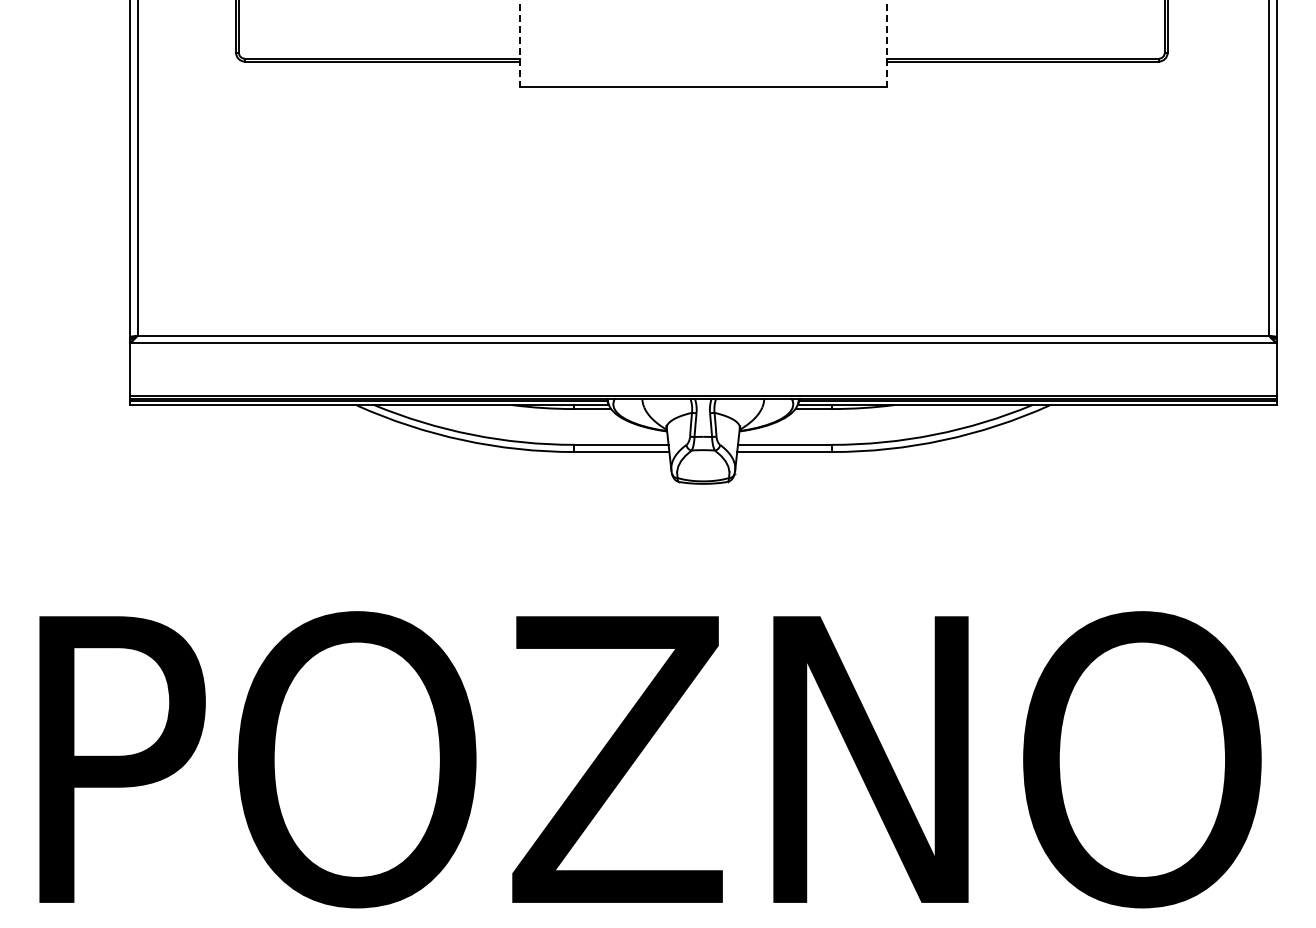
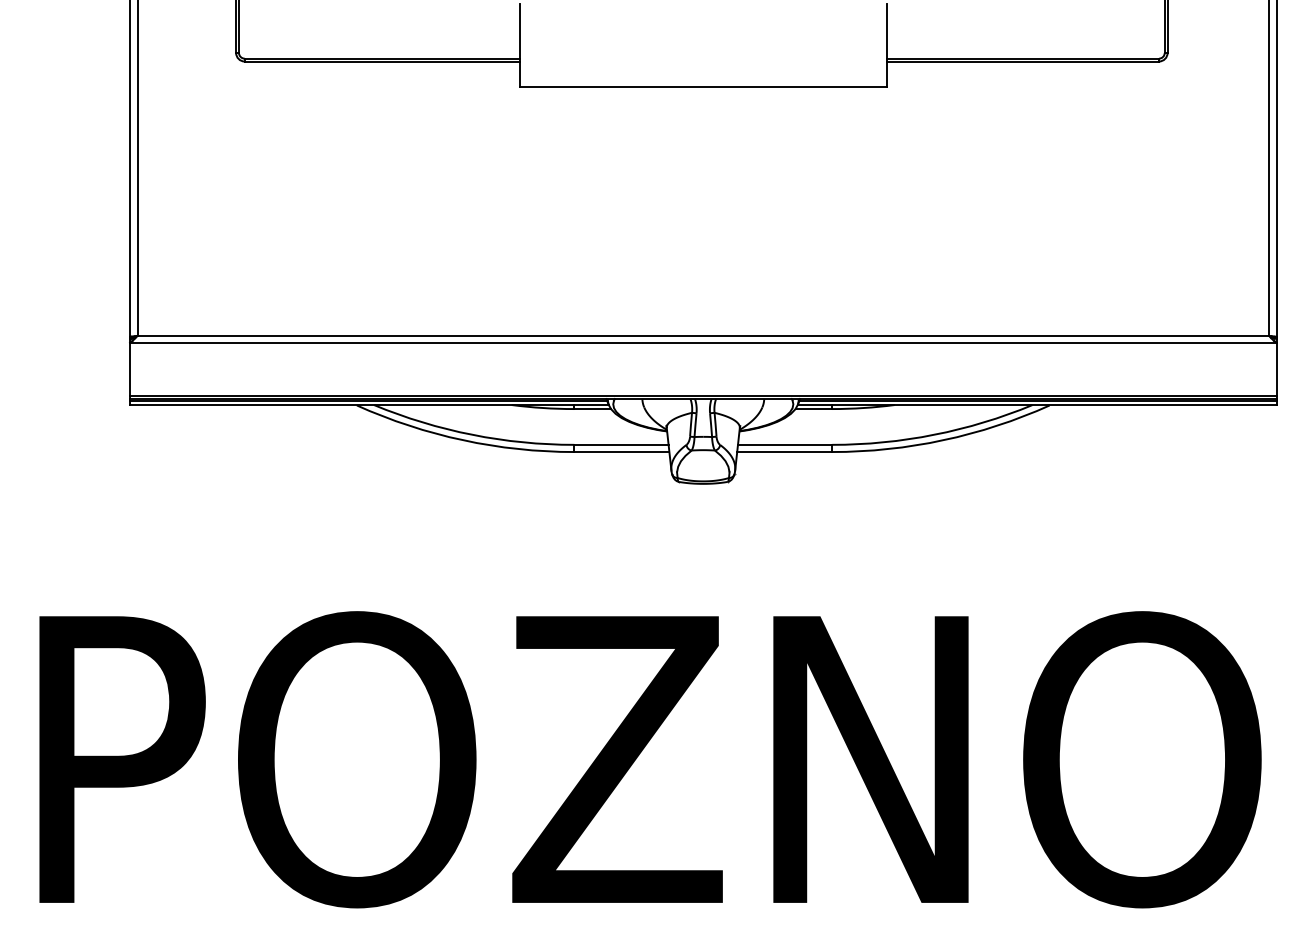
line at (519, 45): dashed -> solid
line at (886, 45): dashed -> solid
